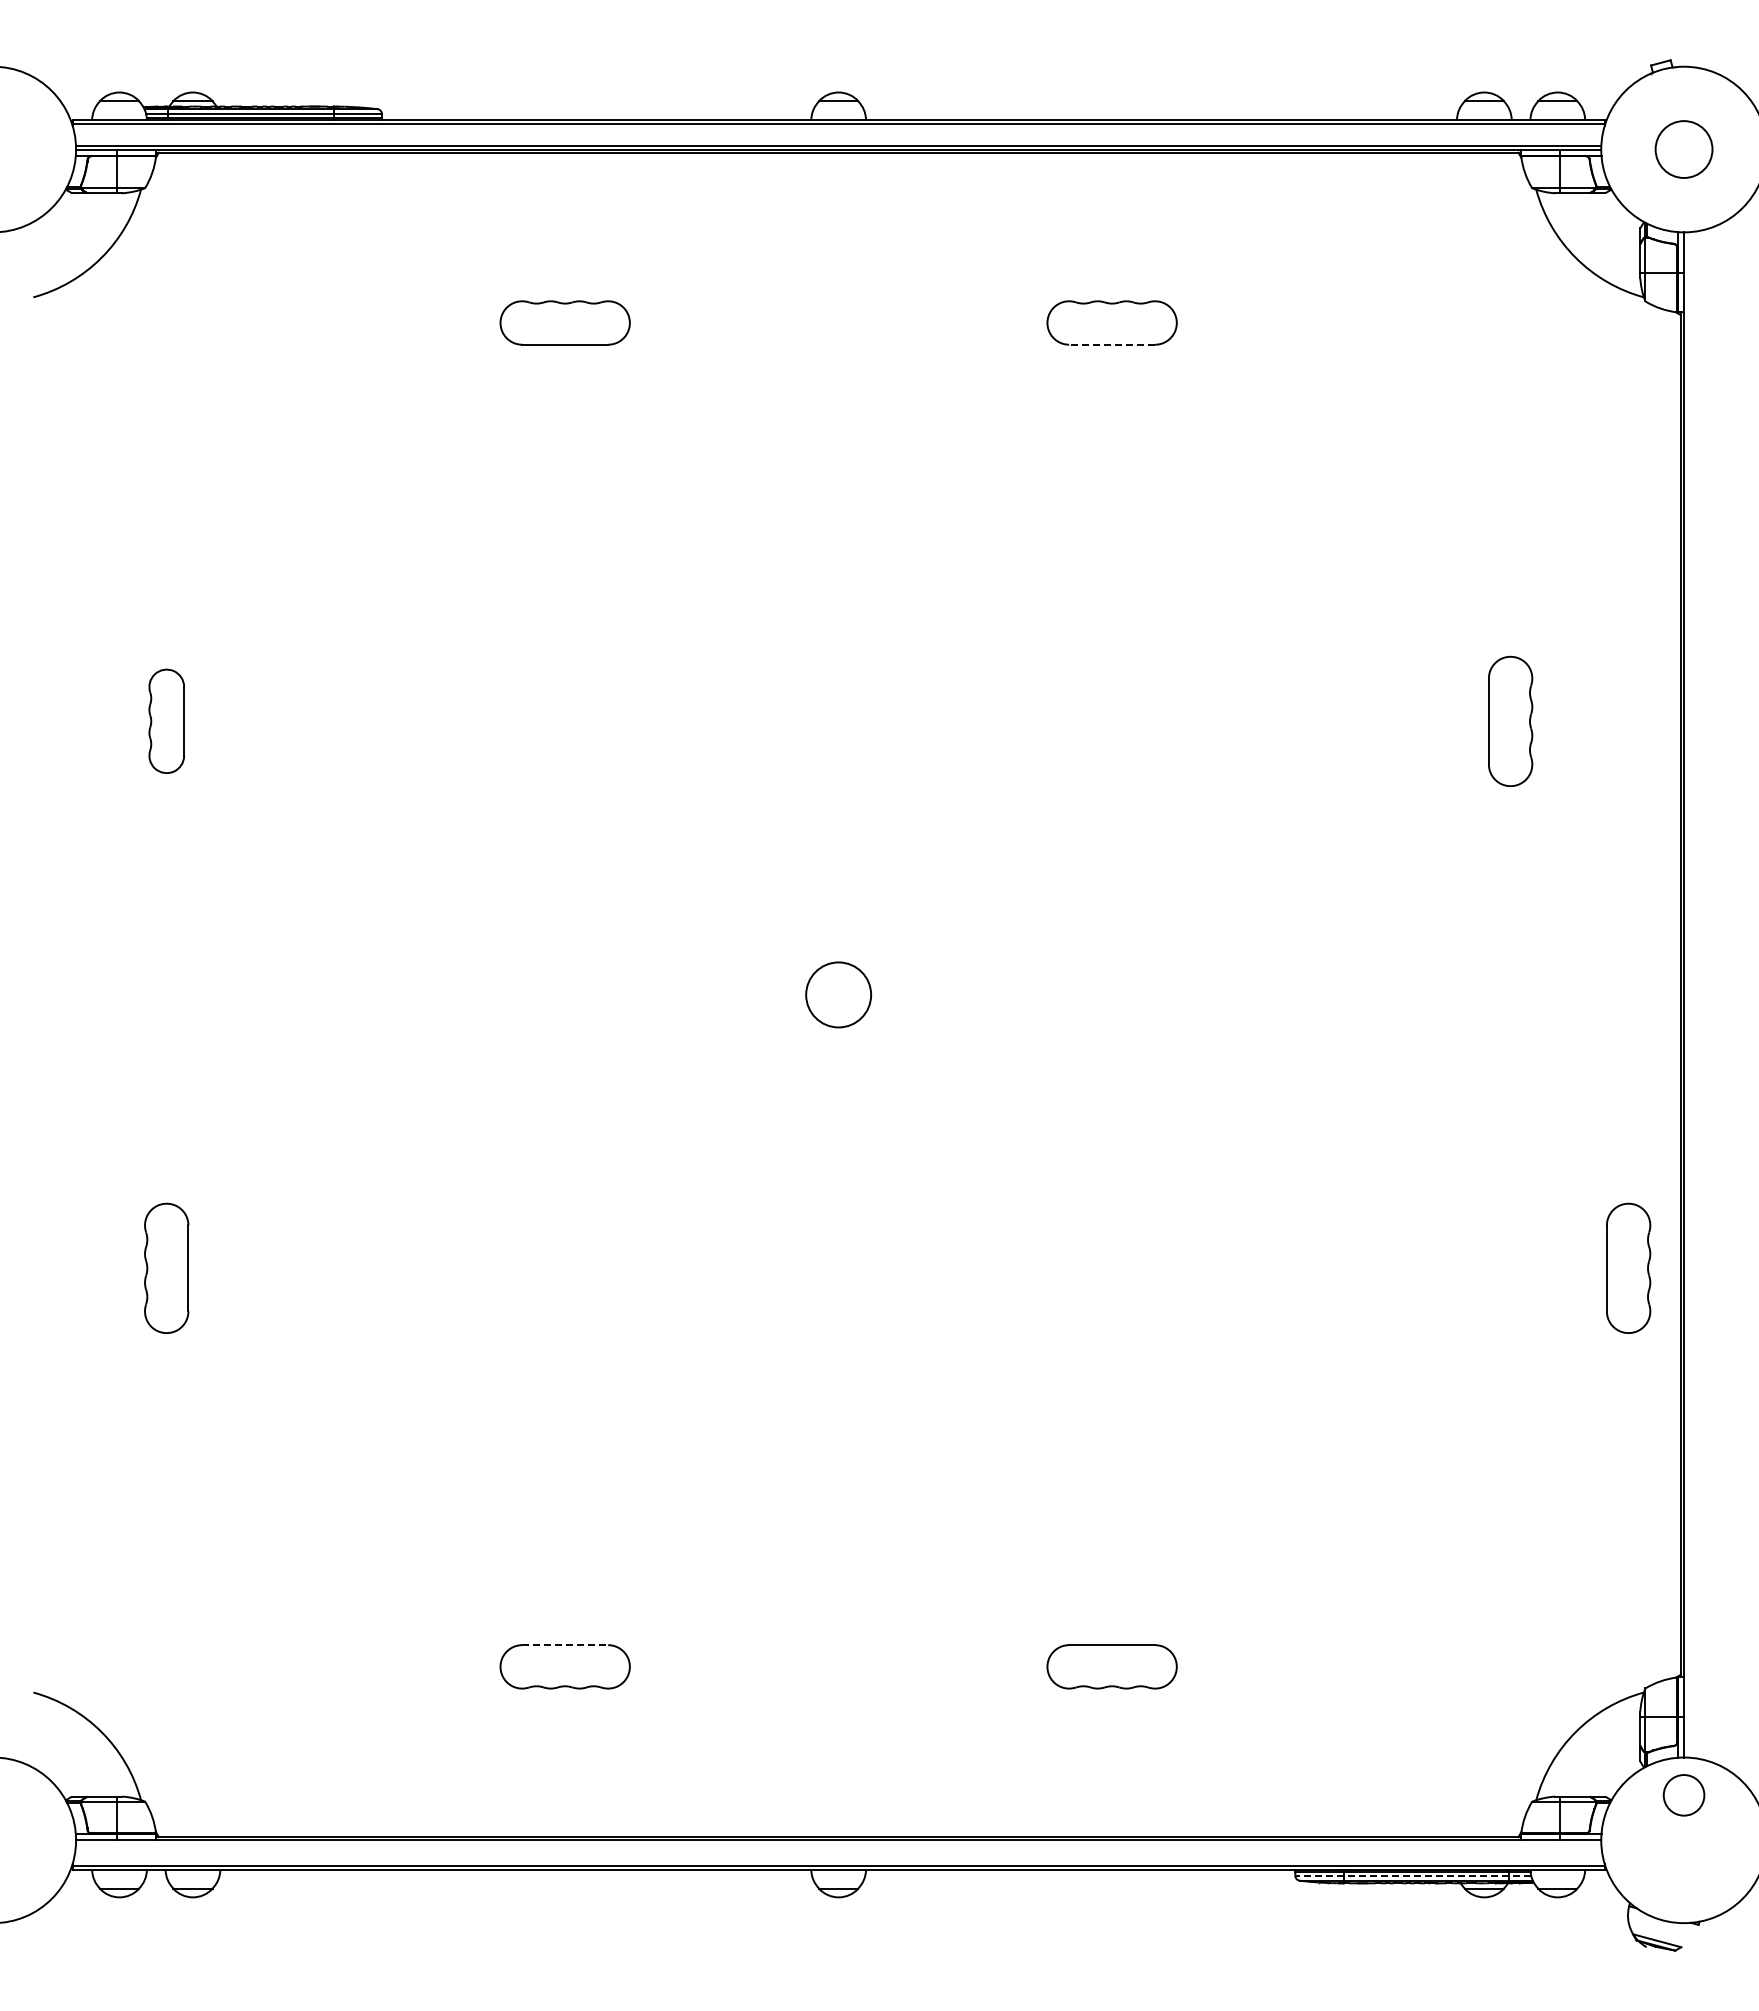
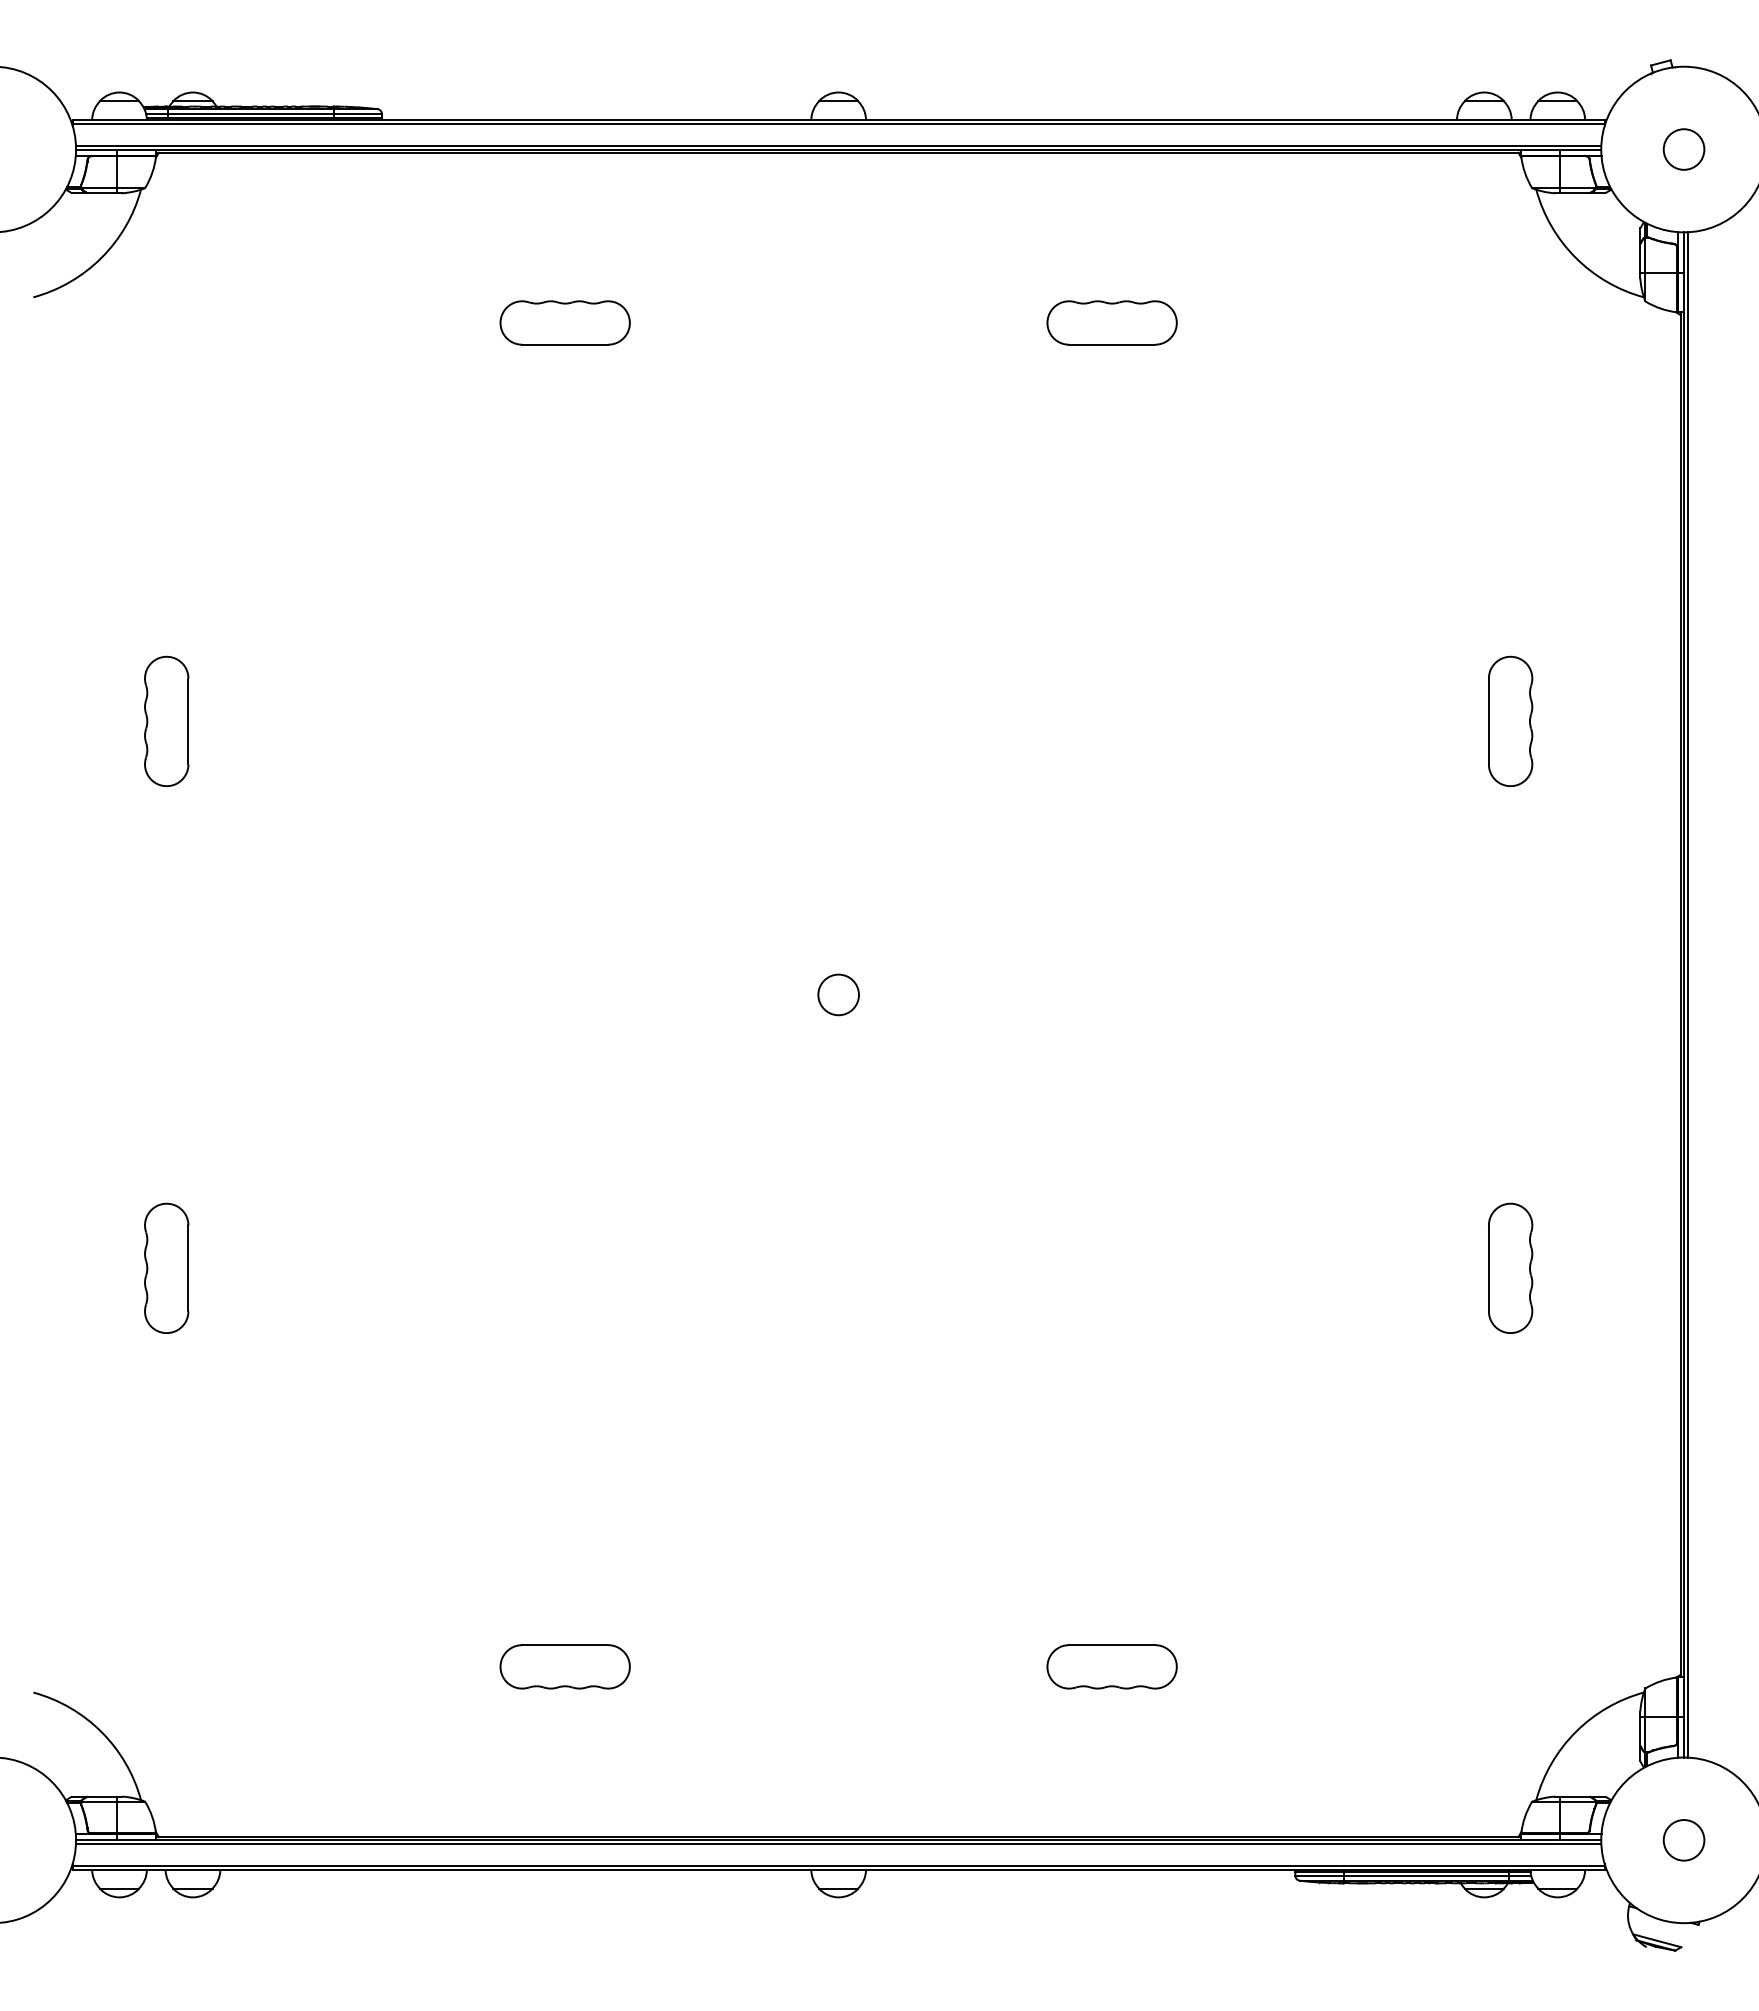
circle at (1683, 149) diameter: 57 px -> 41 px
line at (1112, 344): dashed -> solid
part at (166, 721) size: 37x107 px -> 46x132 px
circle at (838, 994) diameter: 65 px -> 41 px
line at (1687, 994): none -> present
part at (1628, 1267) position: (1628, 1267) -> (1510, 1267)
line at (565, 1645): dashed -> solid
circle at (1683, 1795) position: (1683, 1795) -> (1683, 1840)
line at (838, 1844): none -> present
line at (1413, 1876): dashed -> solid
